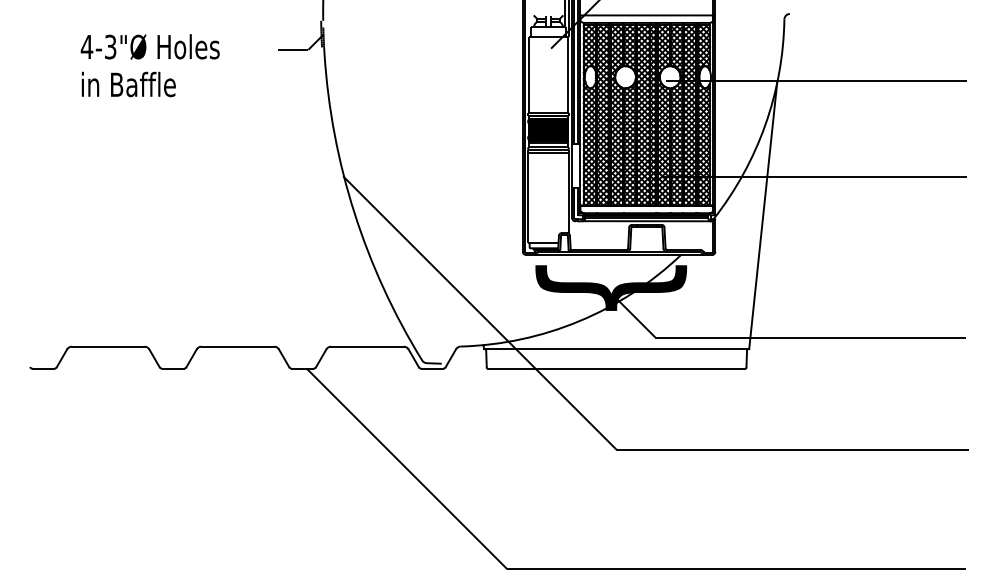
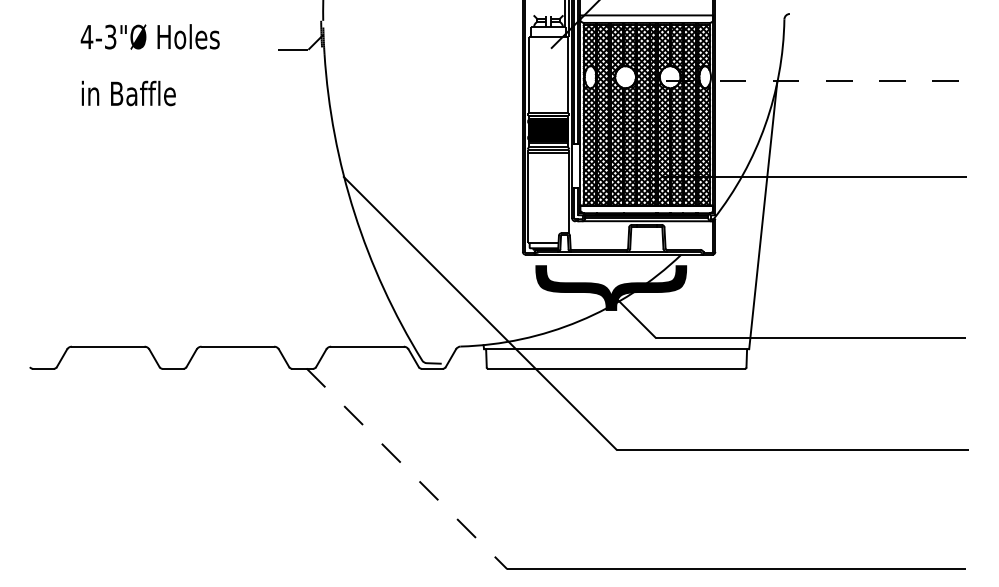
text at (149, 46) position: (149, 46) -> (149, 36)
line at (816, 80): solid -> dashed
text at (128, 84) position: (128, 84) -> (128, 93)
line at (406, 468): solid -> dashed
